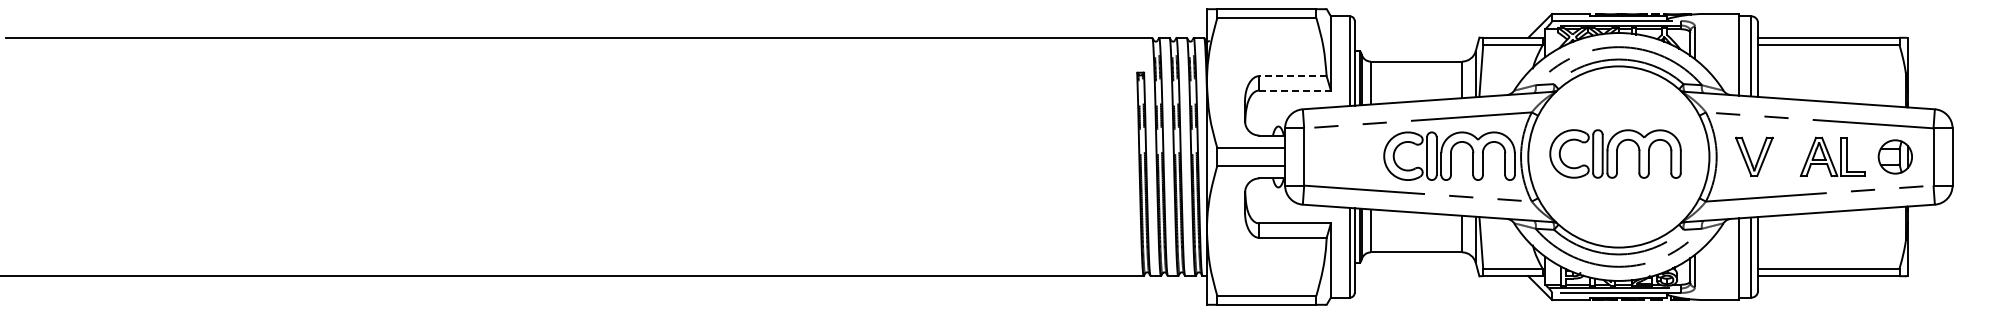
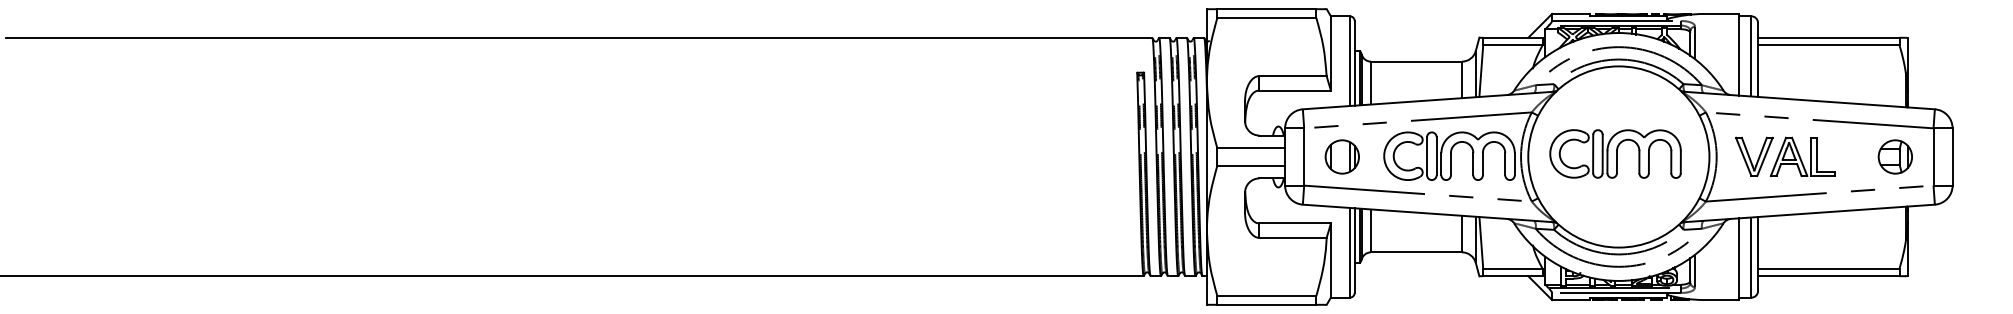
line at (1293, 76): dashed -> solid
line at (1295, 90): dashed -> solid
part at (1341, 156): none -> present
part at (1832, 156) position: (1832, 156) -> (1802, 156)
